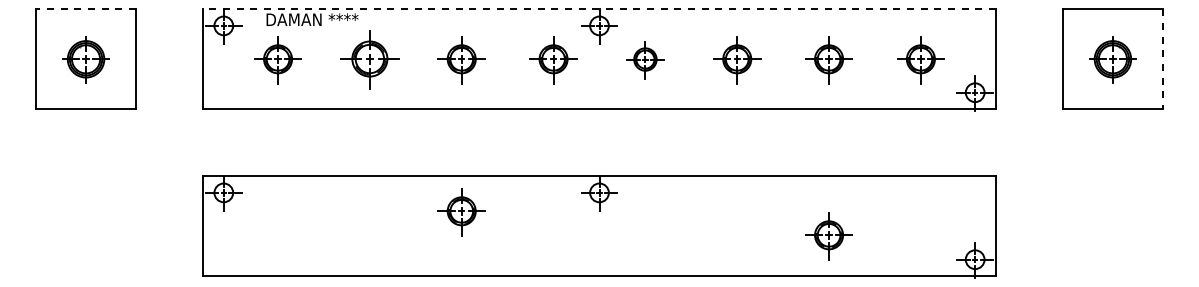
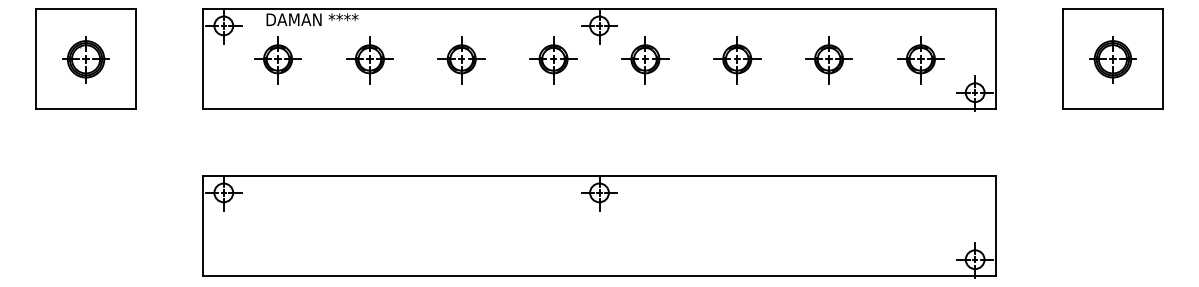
line at (85, 9): dashed -> solid
line at (599, 9): dashed -> solid
part at (369, 59) size: 60x60 px -> 48x49 px
line at (1163, 59): dashed -> solid
part at (645, 60) size: 39x39 px -> 49x49 px
part at (461, 212): present -> none
part at (828, 236): present -> none
